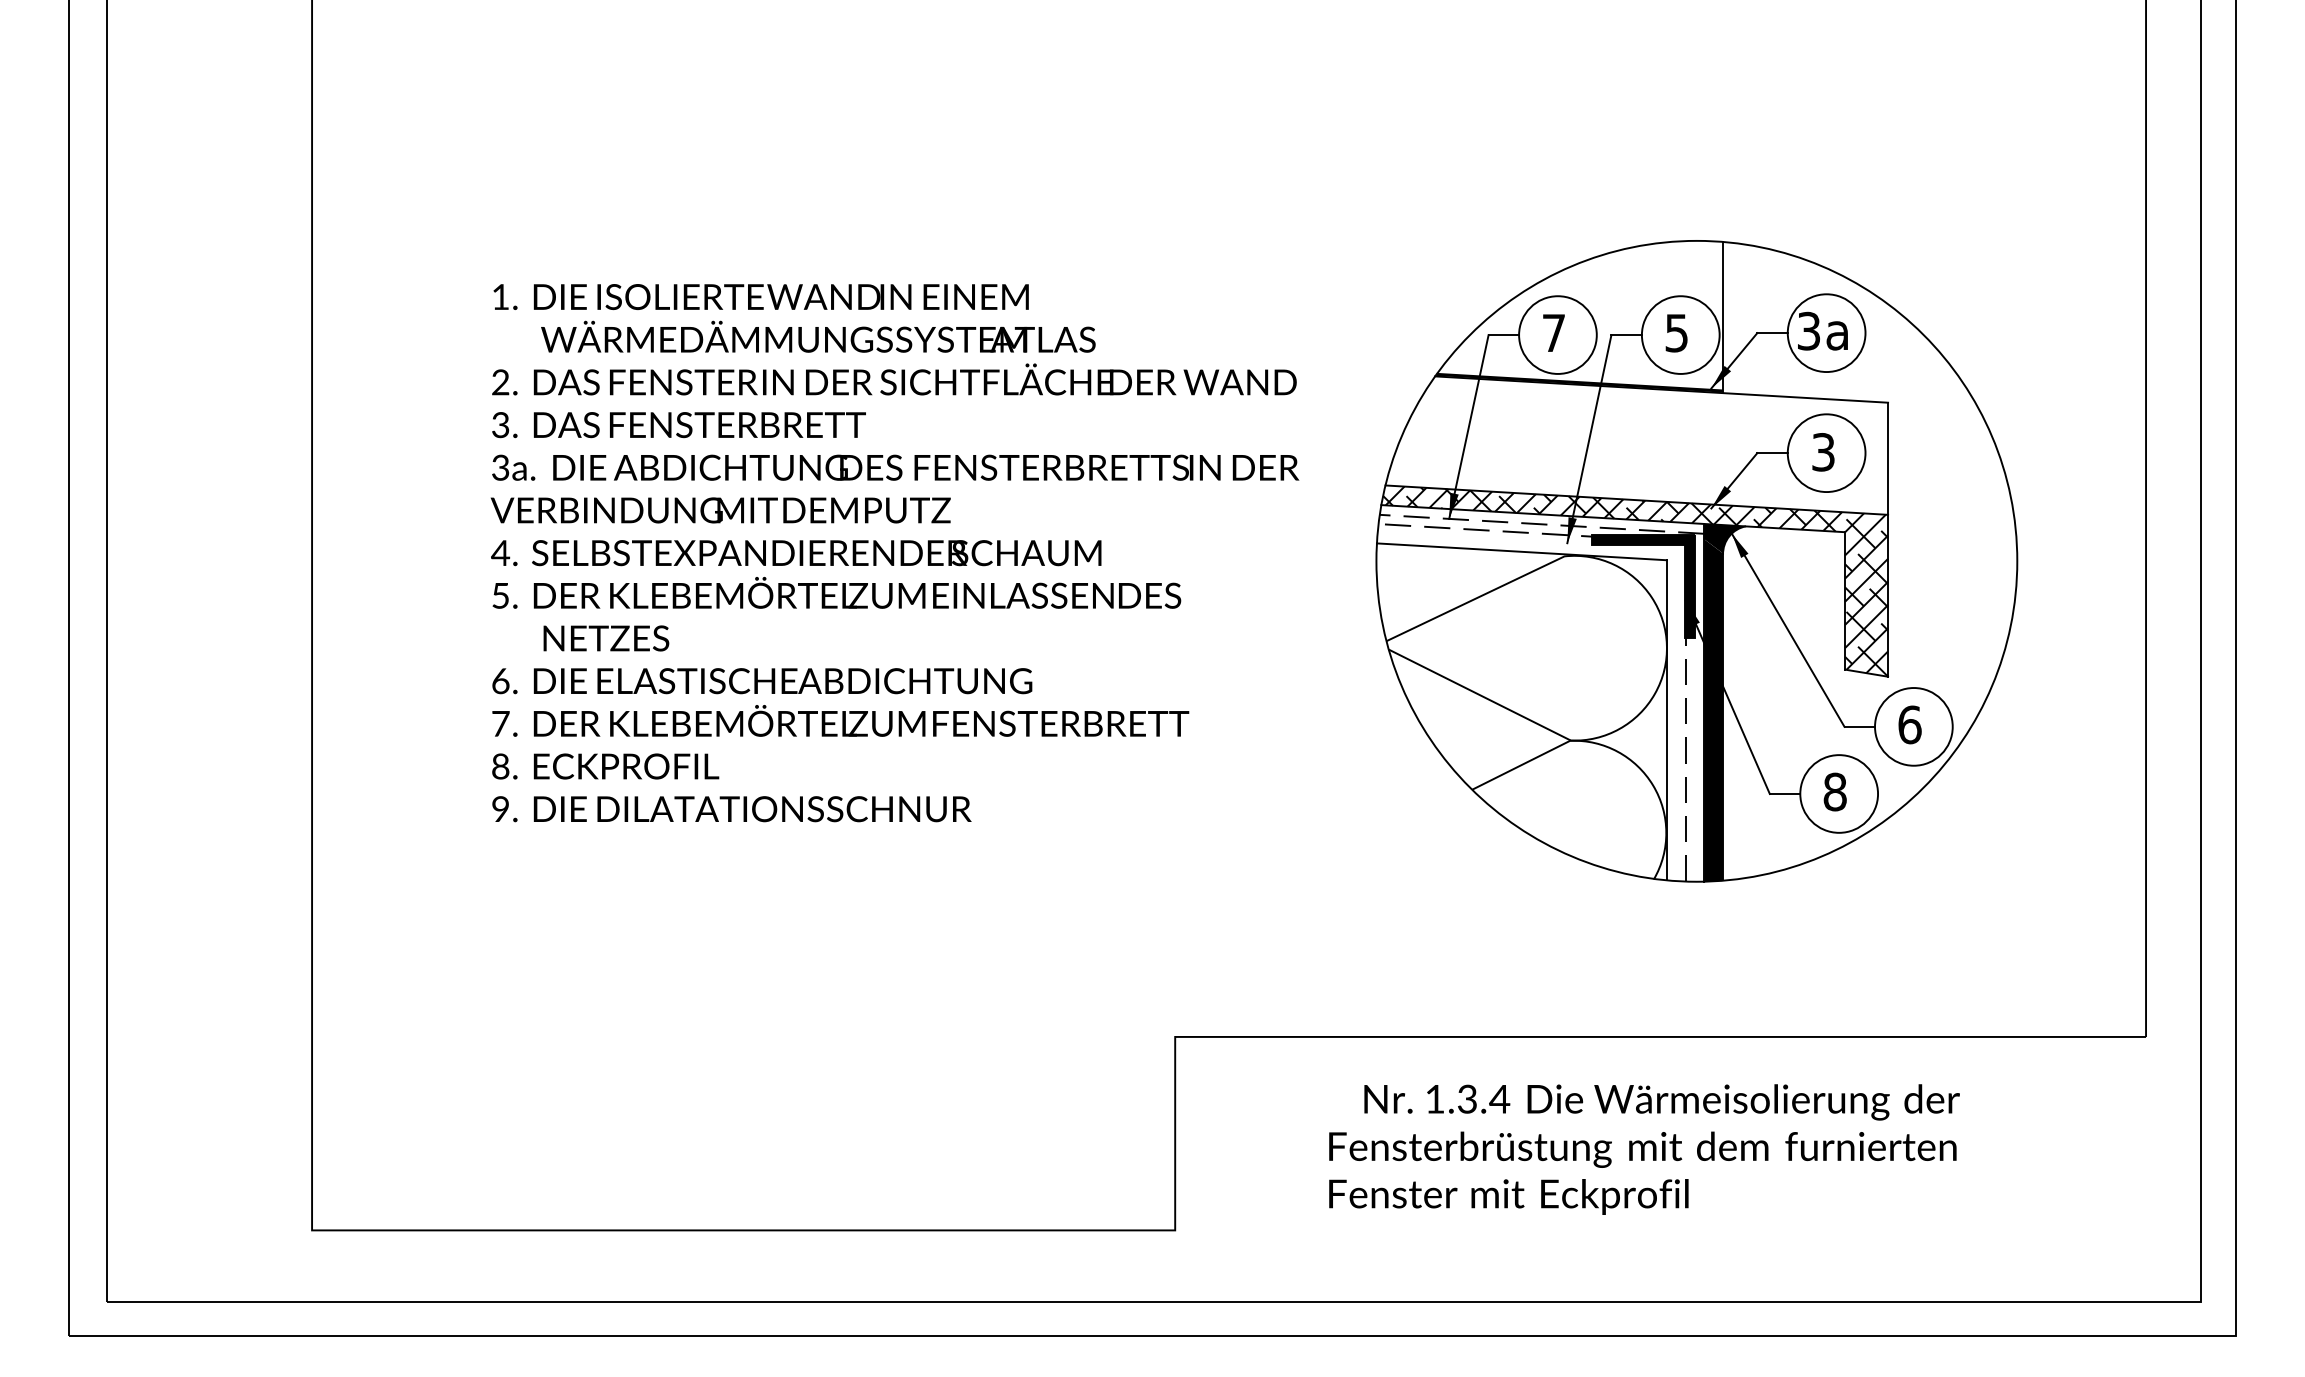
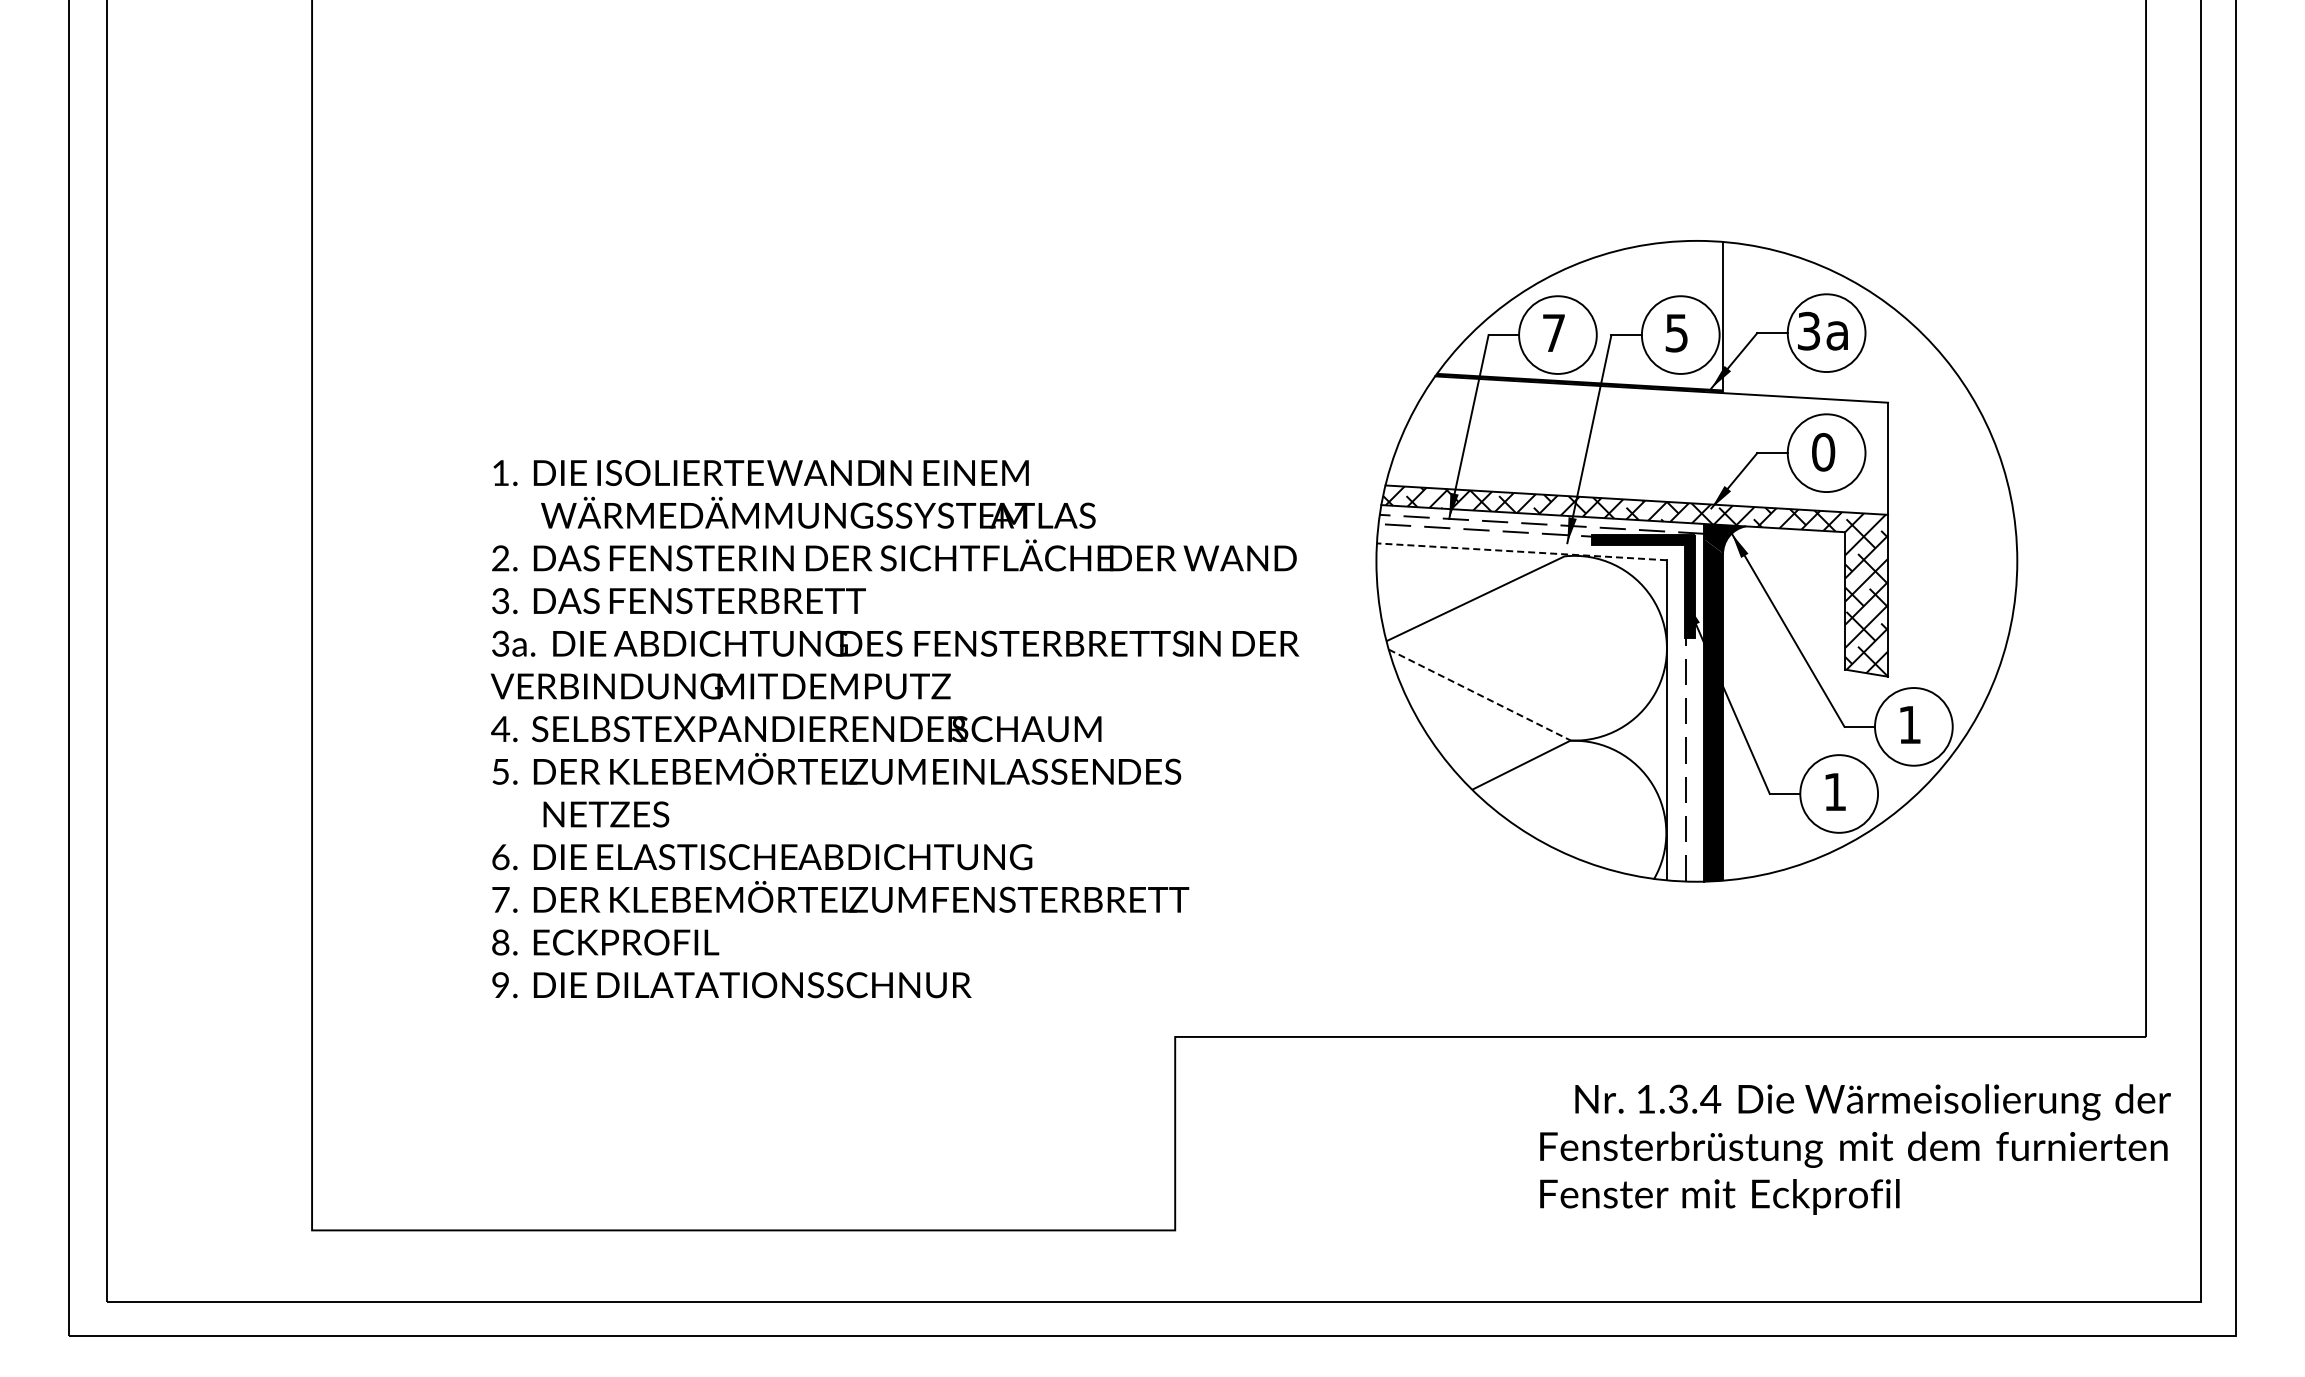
text at (1823, 452): 3 -> 0
line at (1521, 551): solid -> dashed
text at (894, 553) position: (894, 553) -> (894, 729)
line at (1479, 695): solid -> dashed
text at (1909, 724): 6 -> 1
text at (1834, 791): 8 -> 1
text at (1644, 1149) position: (1644, 1149) -> (1855, 1149)
